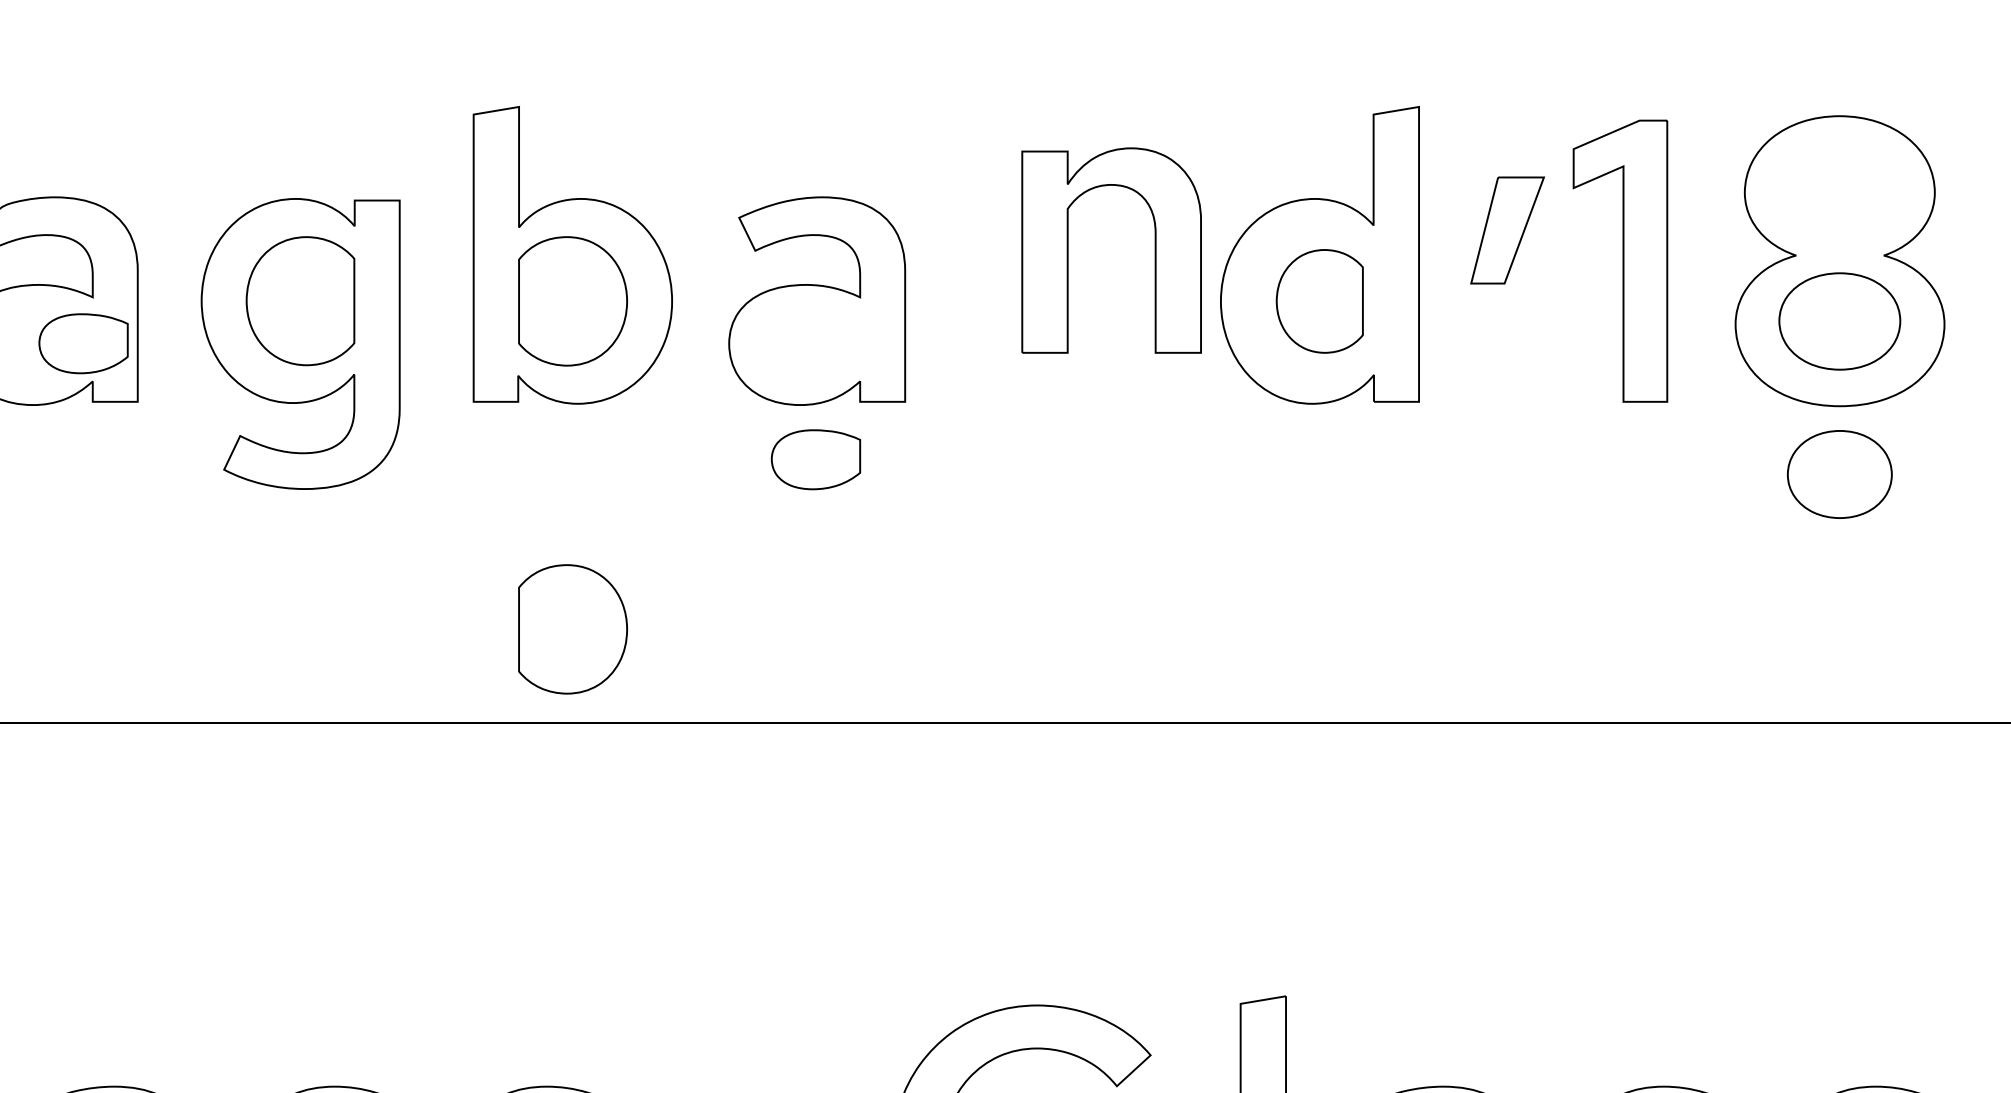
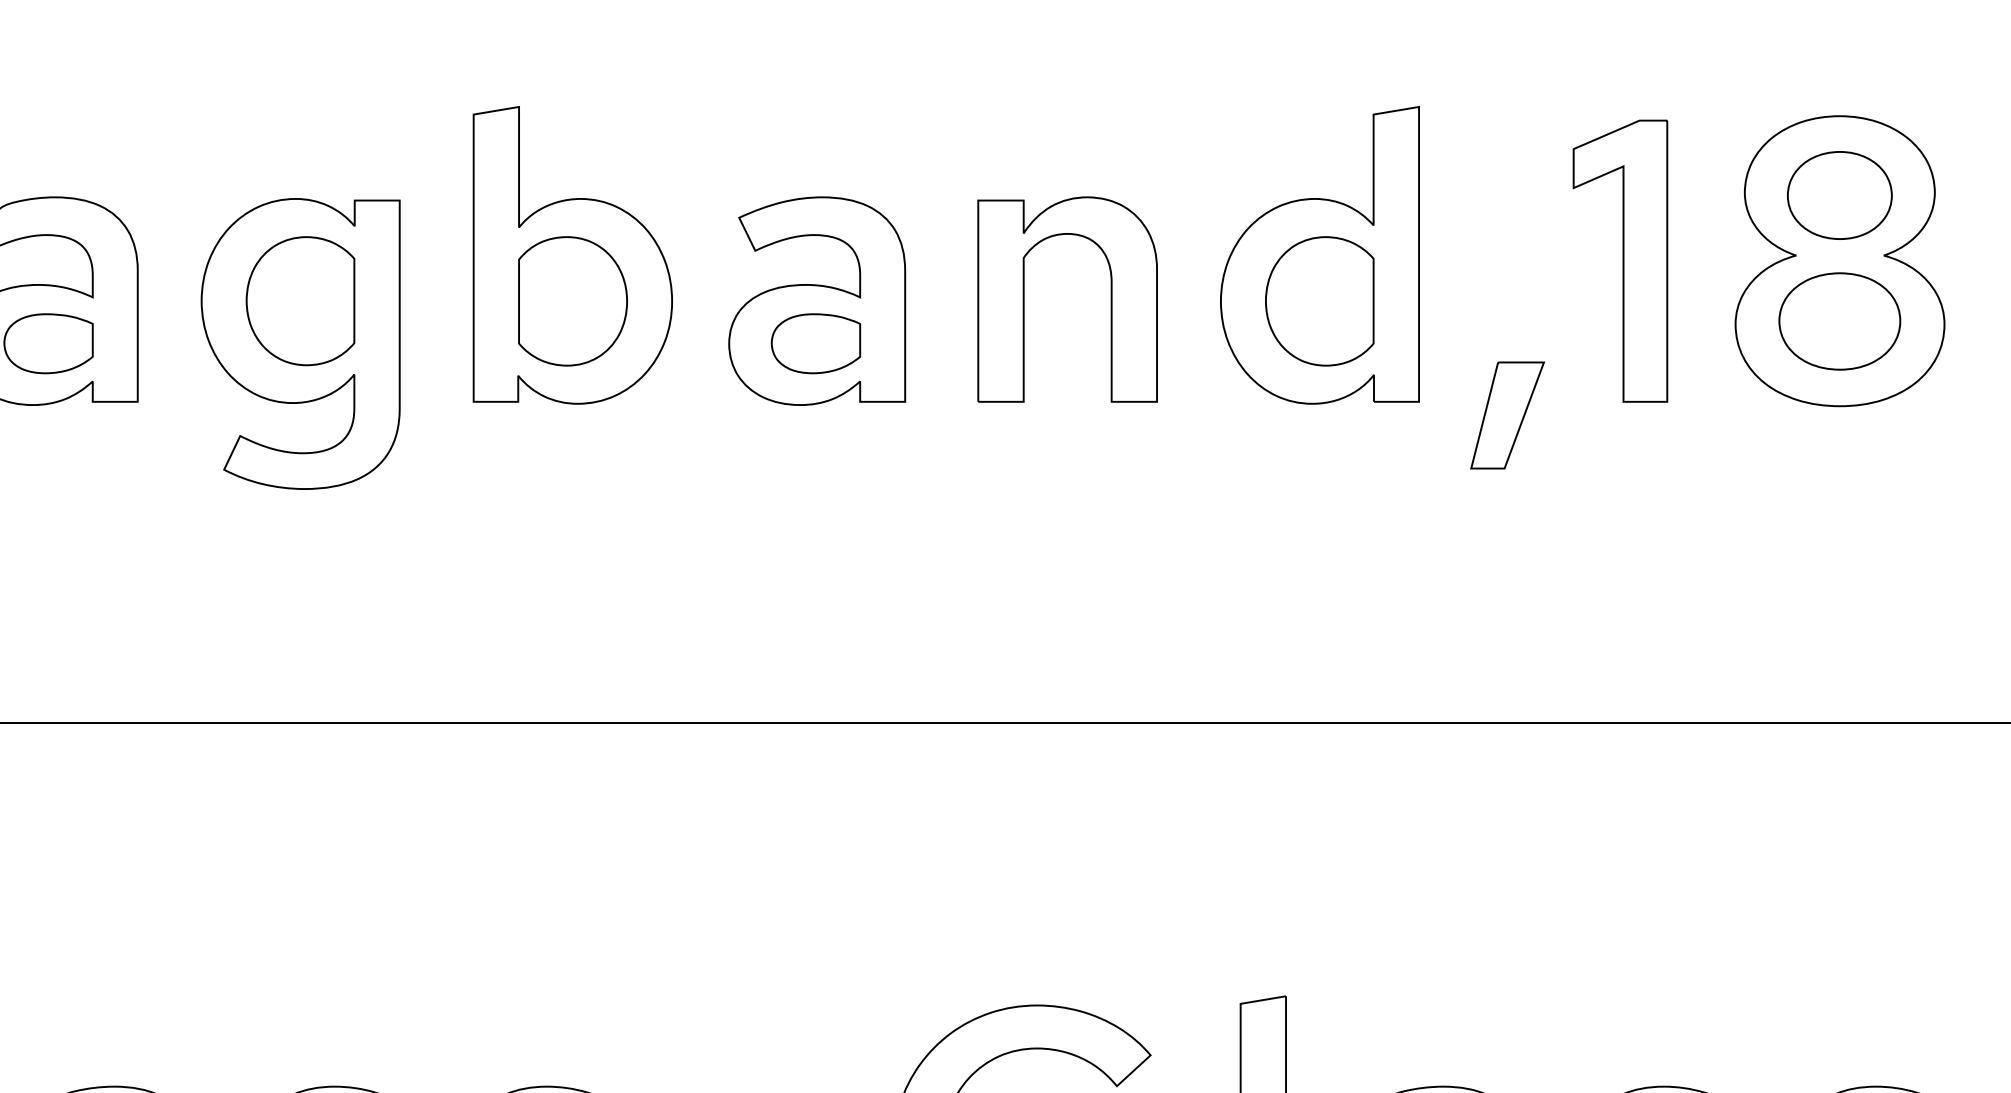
part at (1507, 230) position: (1507, 230) -> (1507, 415)
part at (1068, 250) position: (1068, 250) -> (1024, 299)
part at (1319, 301) size: 89x105 px -> 110x131 px
part at (83, 343) position: (83, 343) -> (48, 343)
part at (815, 459) position: (815, 459) -> (815, 343)
part at (1839, 474) position: (1839, 474) -> (1839, 195)
part at (572, 629): present -> none
